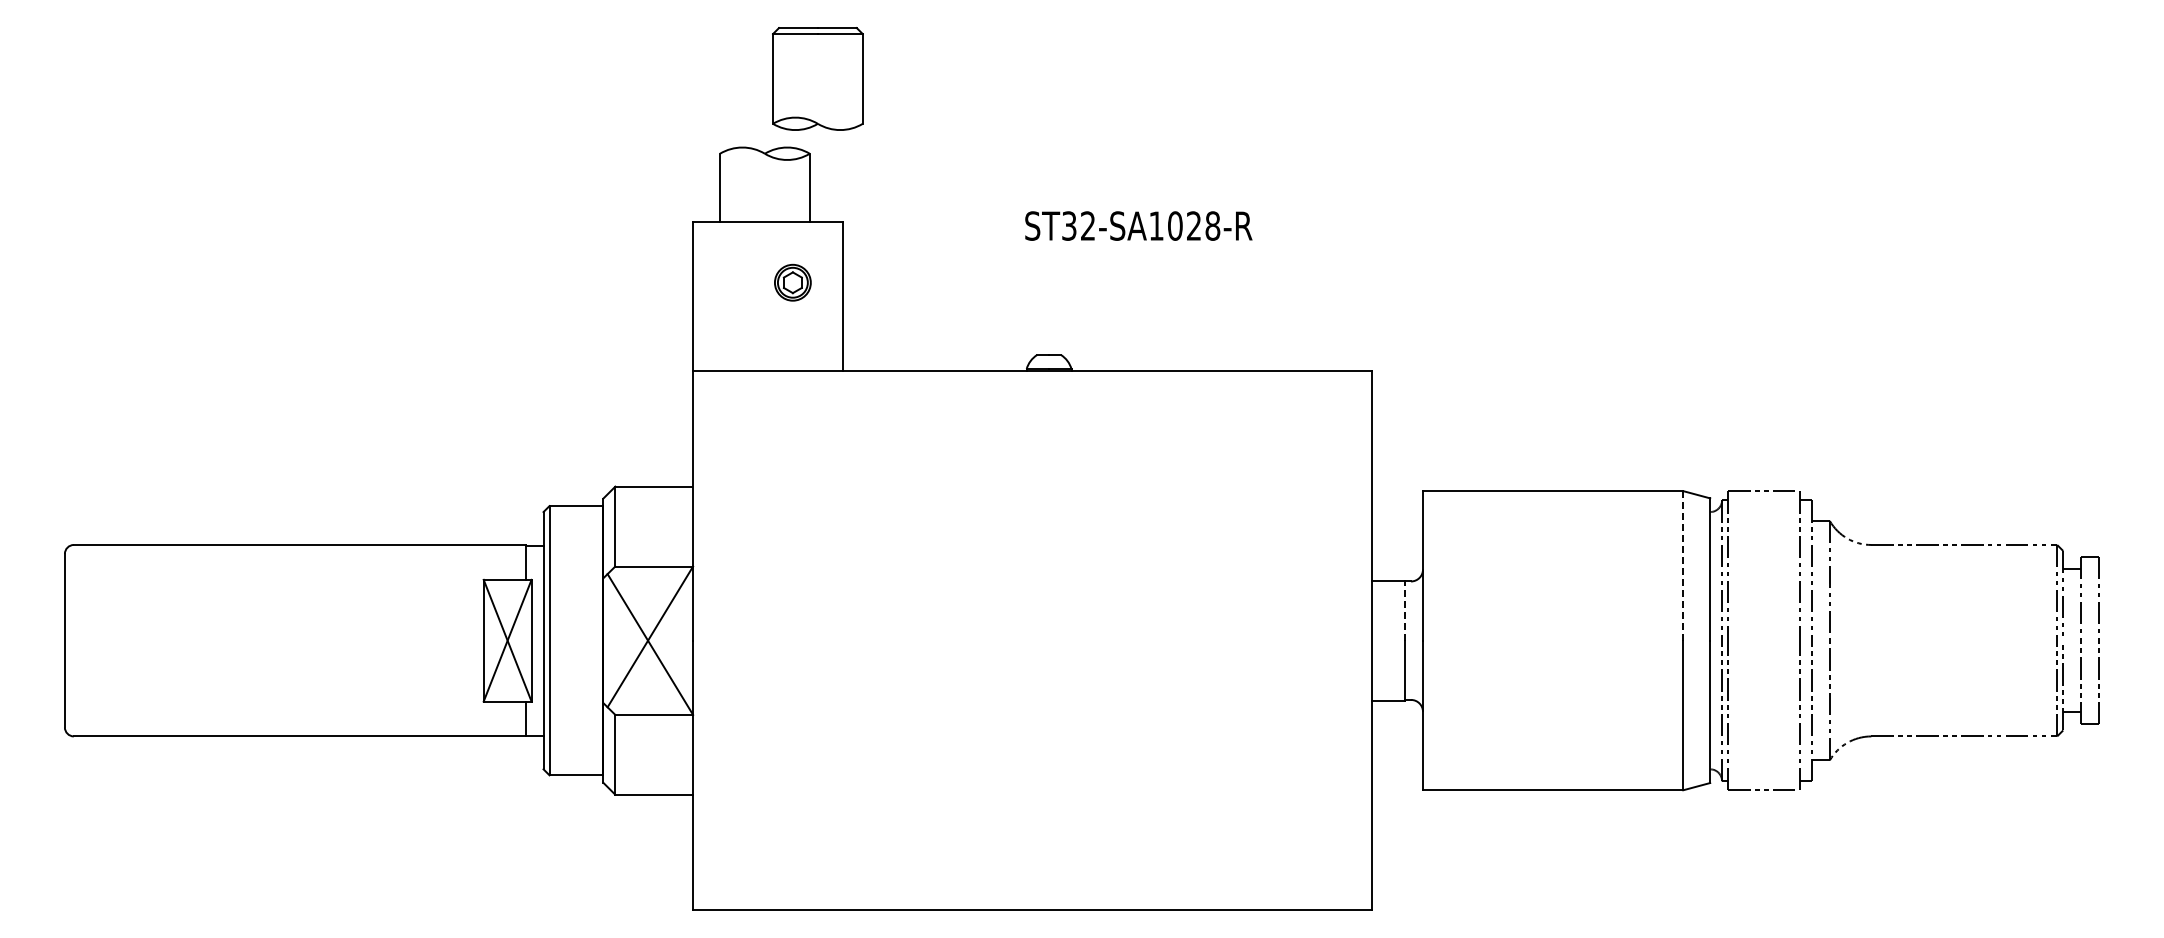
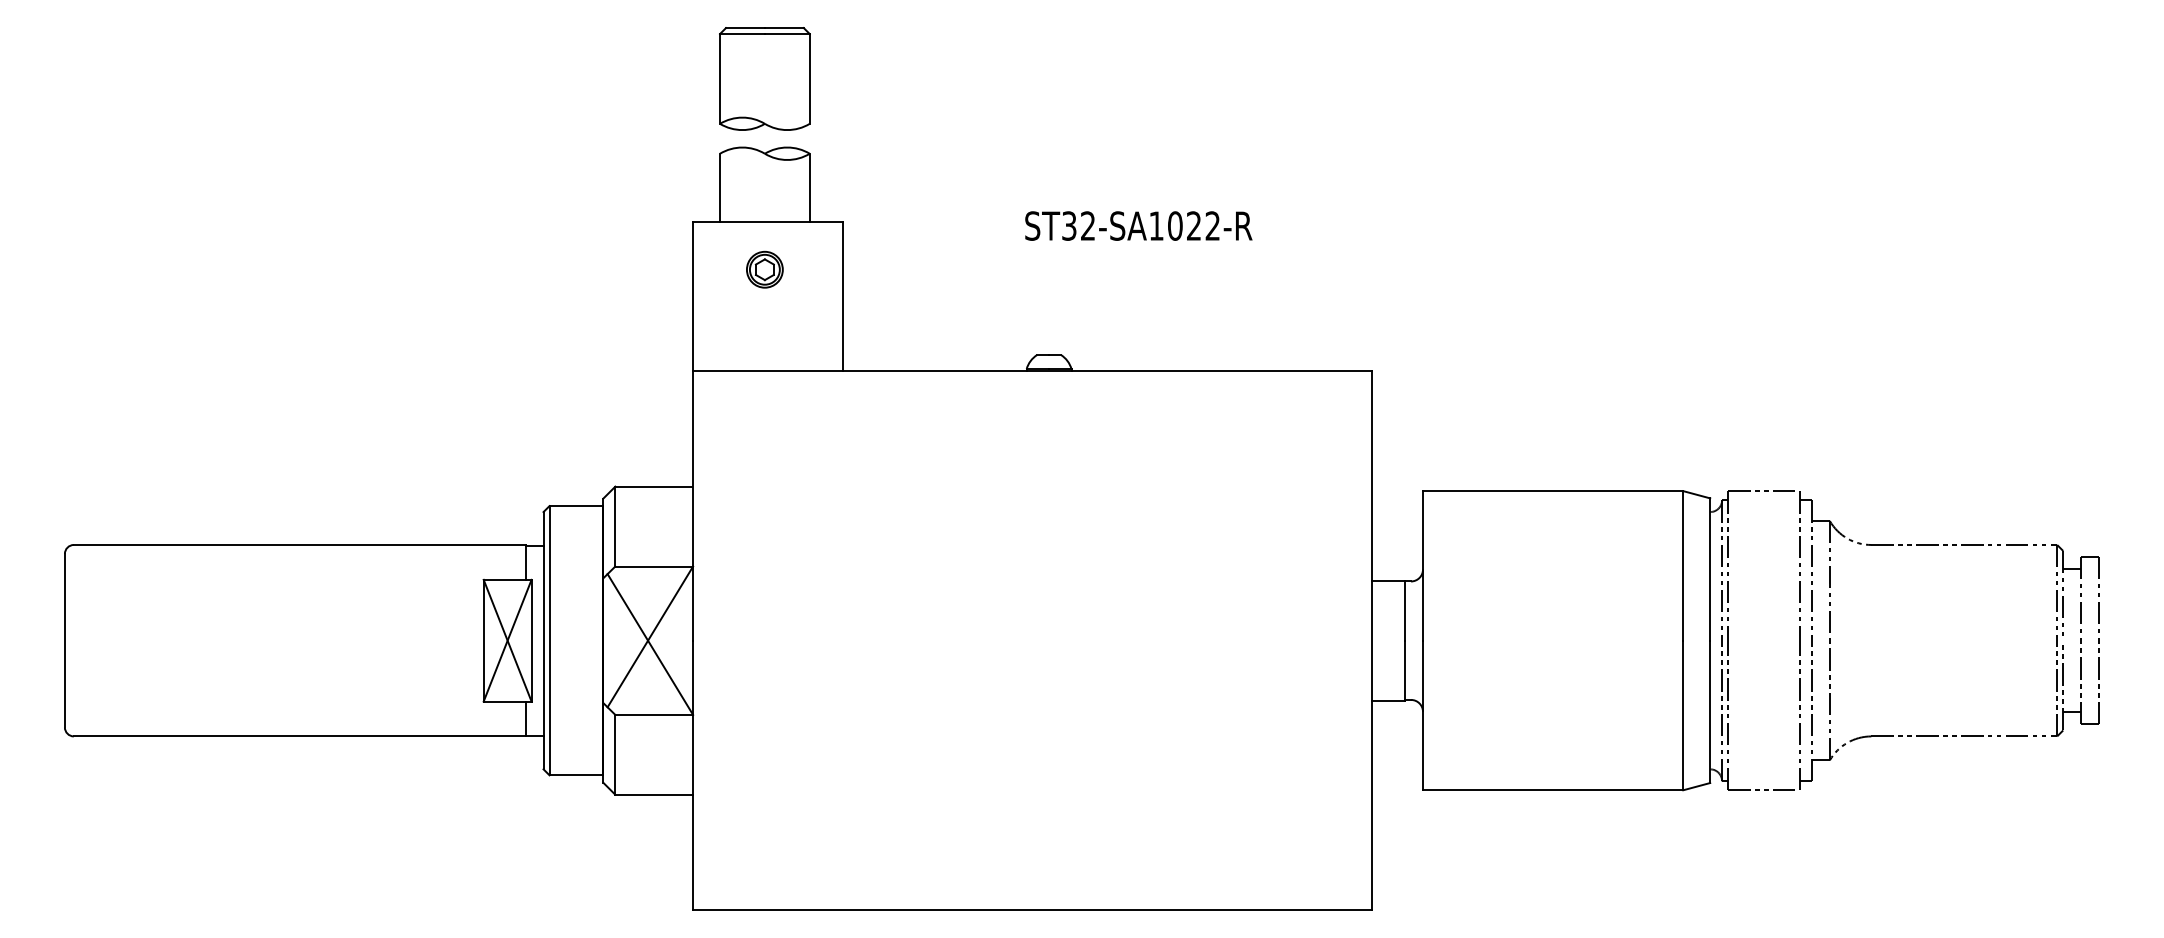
part at (817, 78) position: (817, 78) -> (764, 78)
text at (1212, 225): ST32-SA1028-R -> ST32-SA1022-R
part at (792, 282) position: (792, 282) -> (764, 269)
line at (1683, 565): dashed -> solid
line at (1405, 610): dashed -> solid
